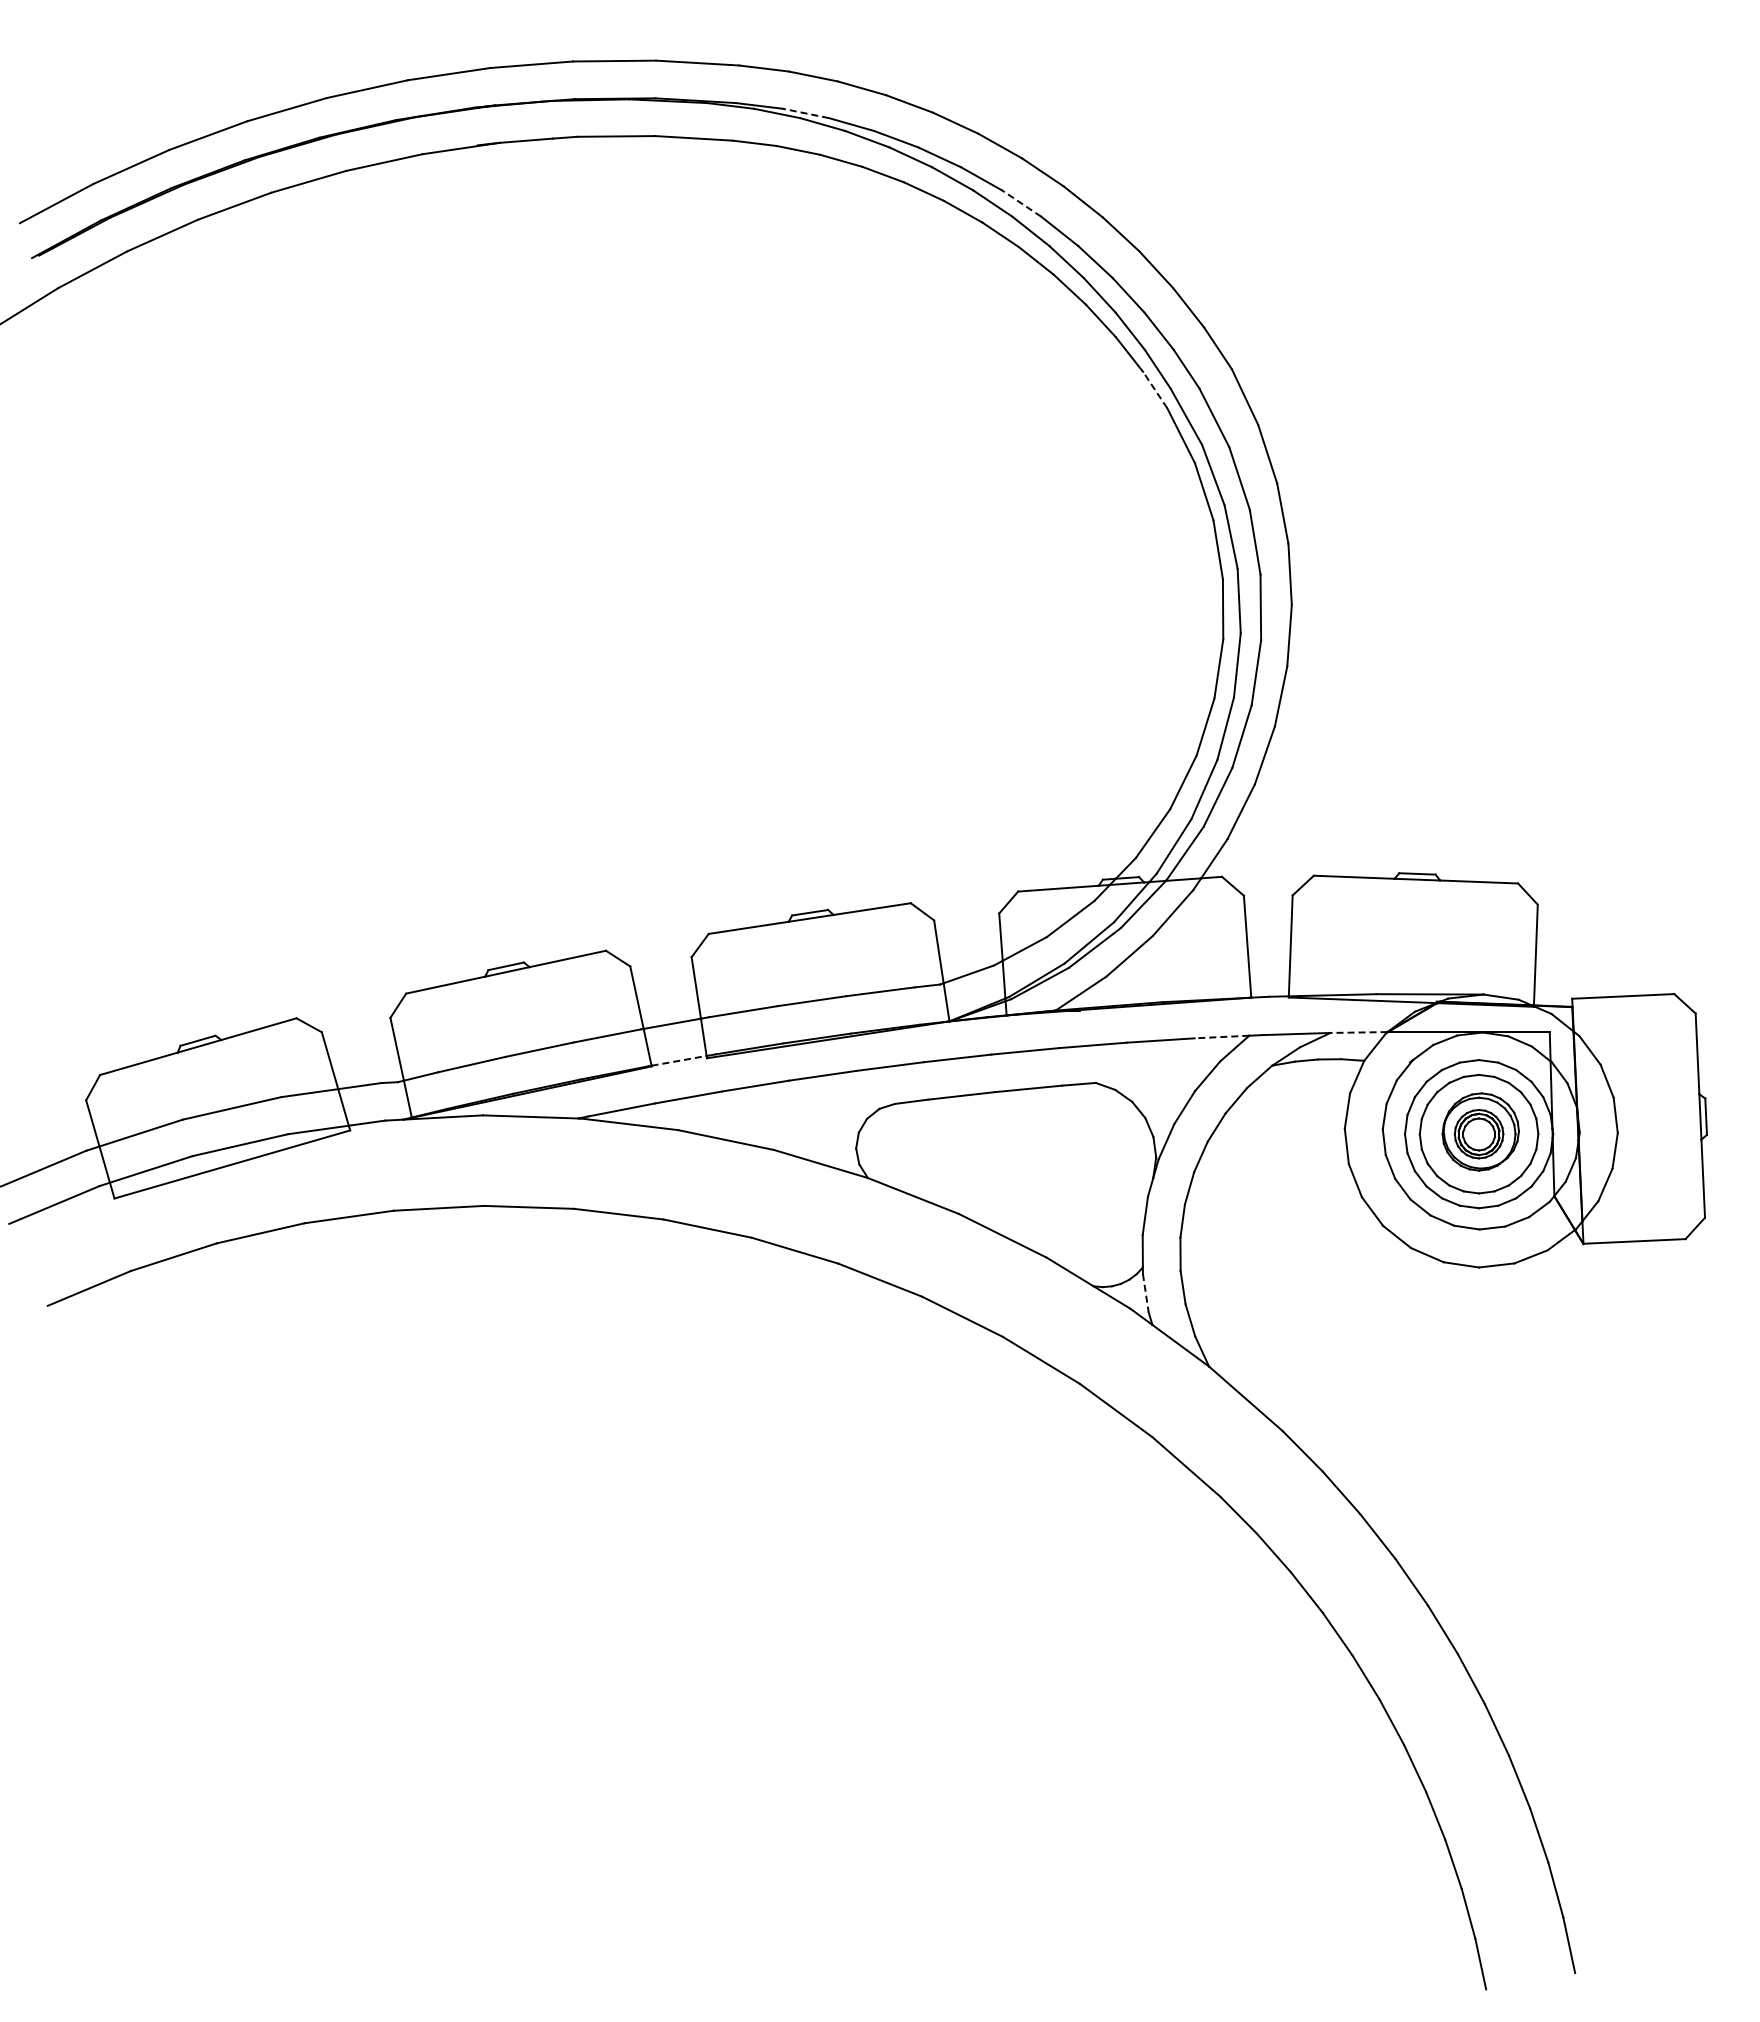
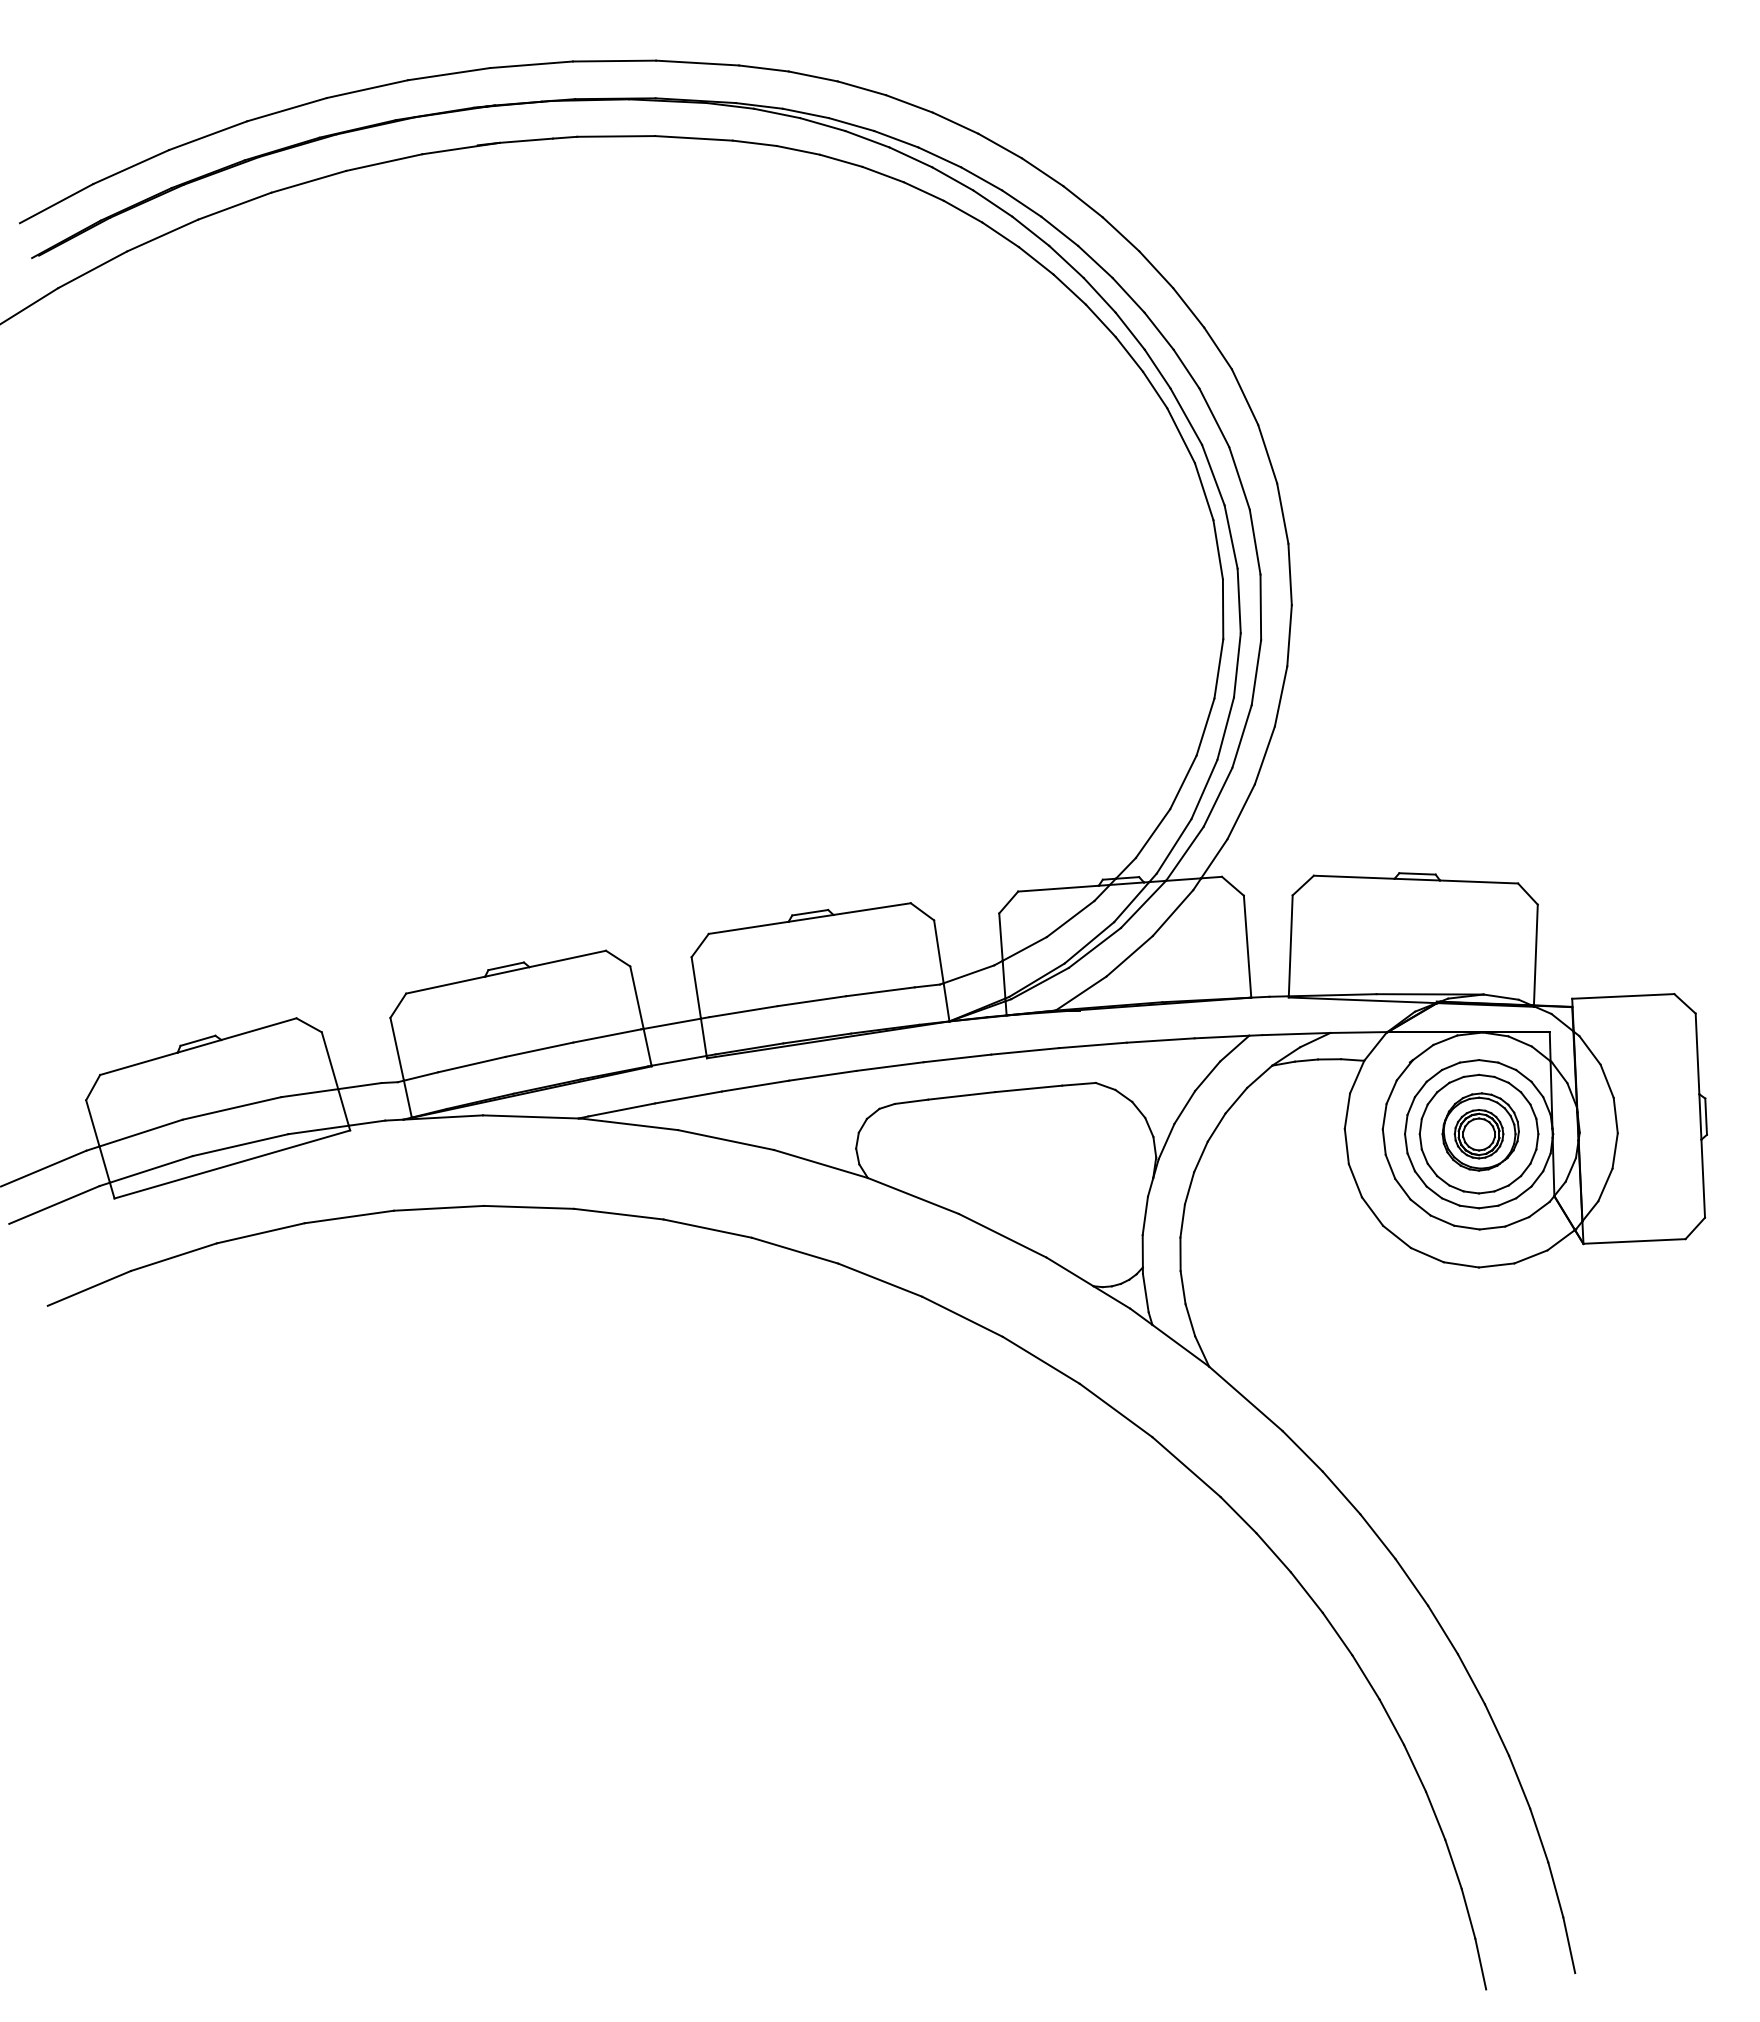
line at (805, 113): dashed -> solid
line at (1021, 203): dashed -> solid
line at (1155, 390): dashed -> solid
line at (1358, 1032): dashed -> solid
line at (1221, 1037): dashed -> solid
line at (679, 1060): dashed -> solid
line at (1145, 1293): dashed -> solid
